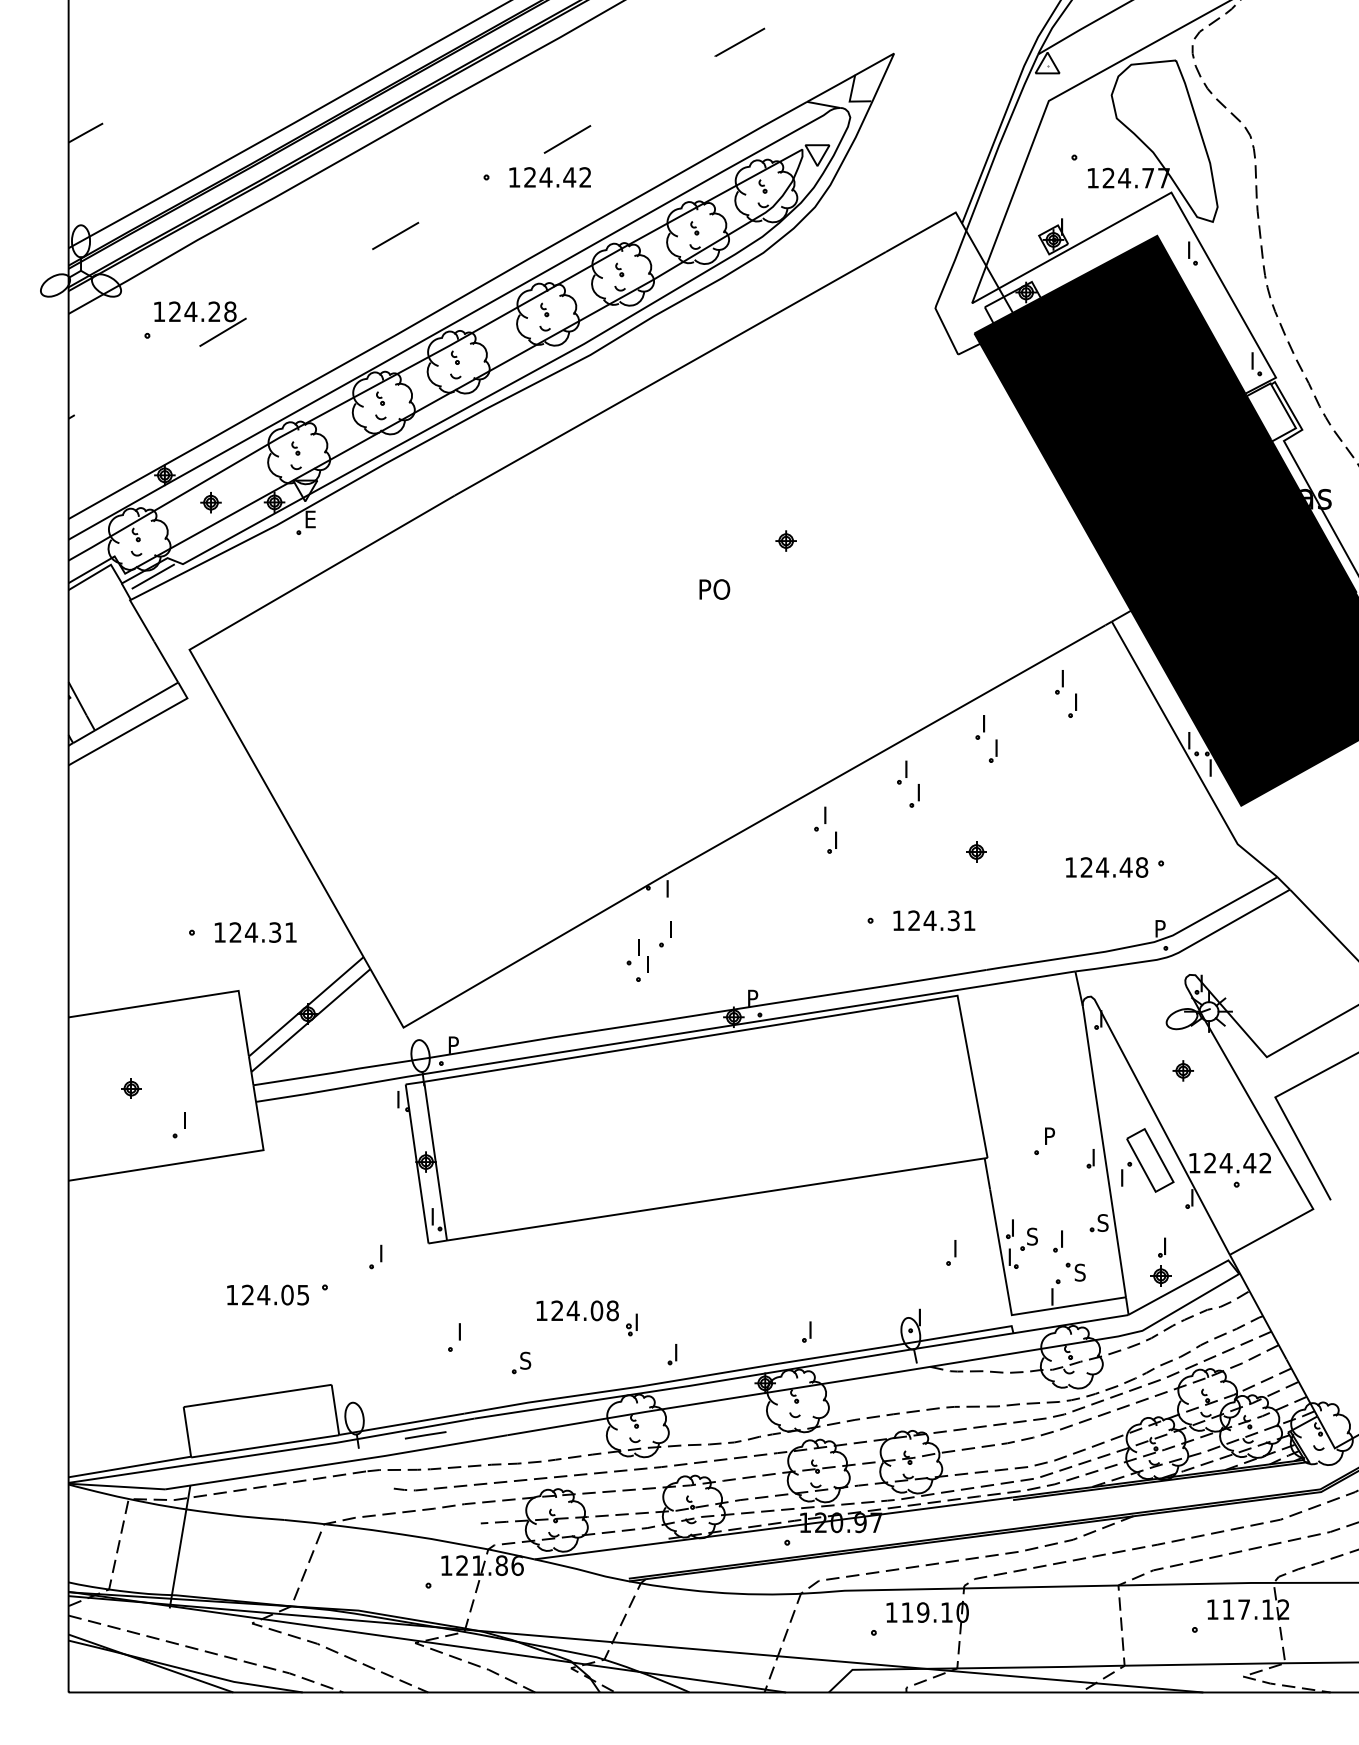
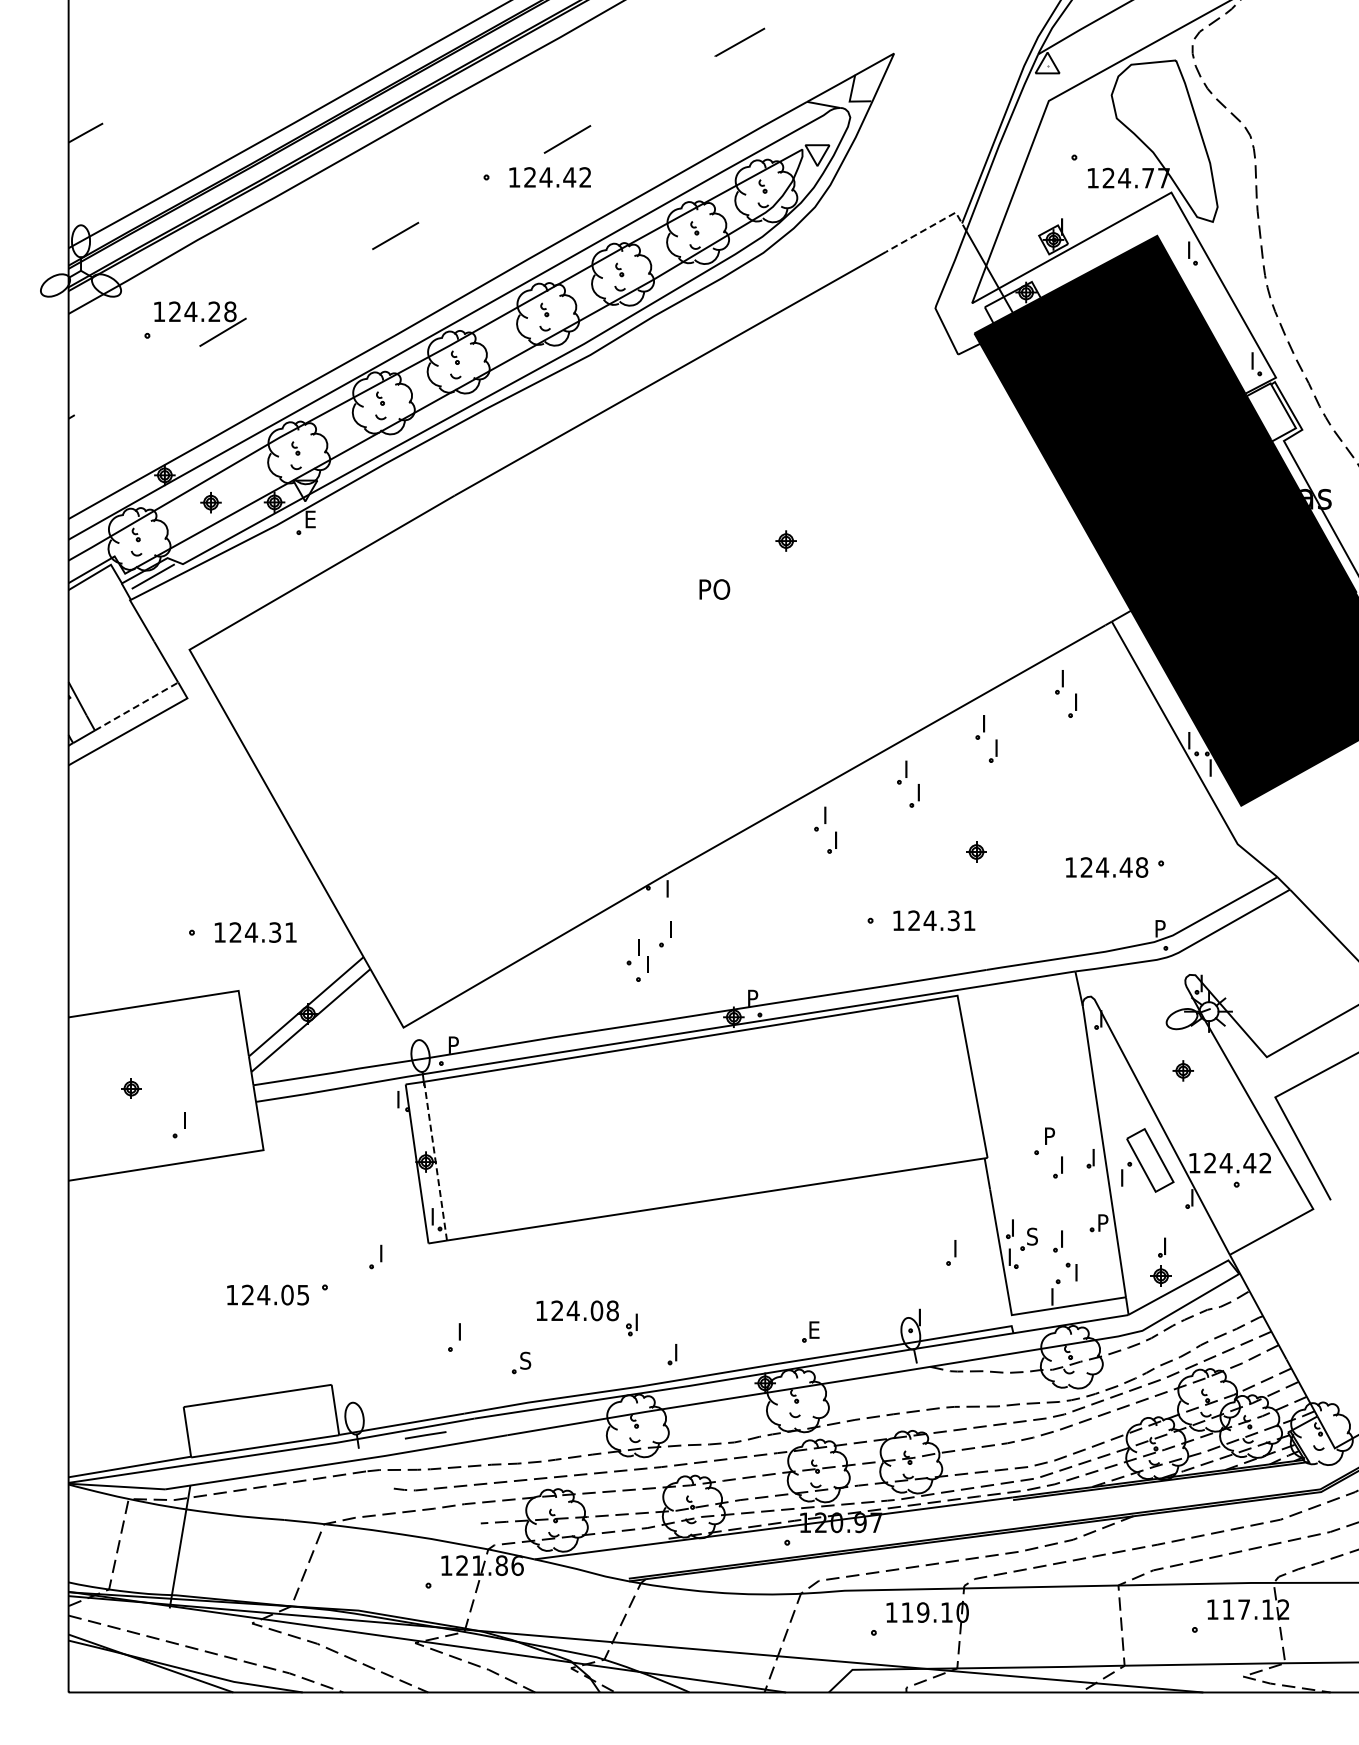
line at (930, 226): solid -> dashed
line at (137, 706): solid -> dashed
line at (435, 1160): solid -> dashed
part at (1057, 1167): none -> present
text at (1102, 1222): S -> P
text at (1079, 1272): S -> I
text at (815, 1329): I -> E
